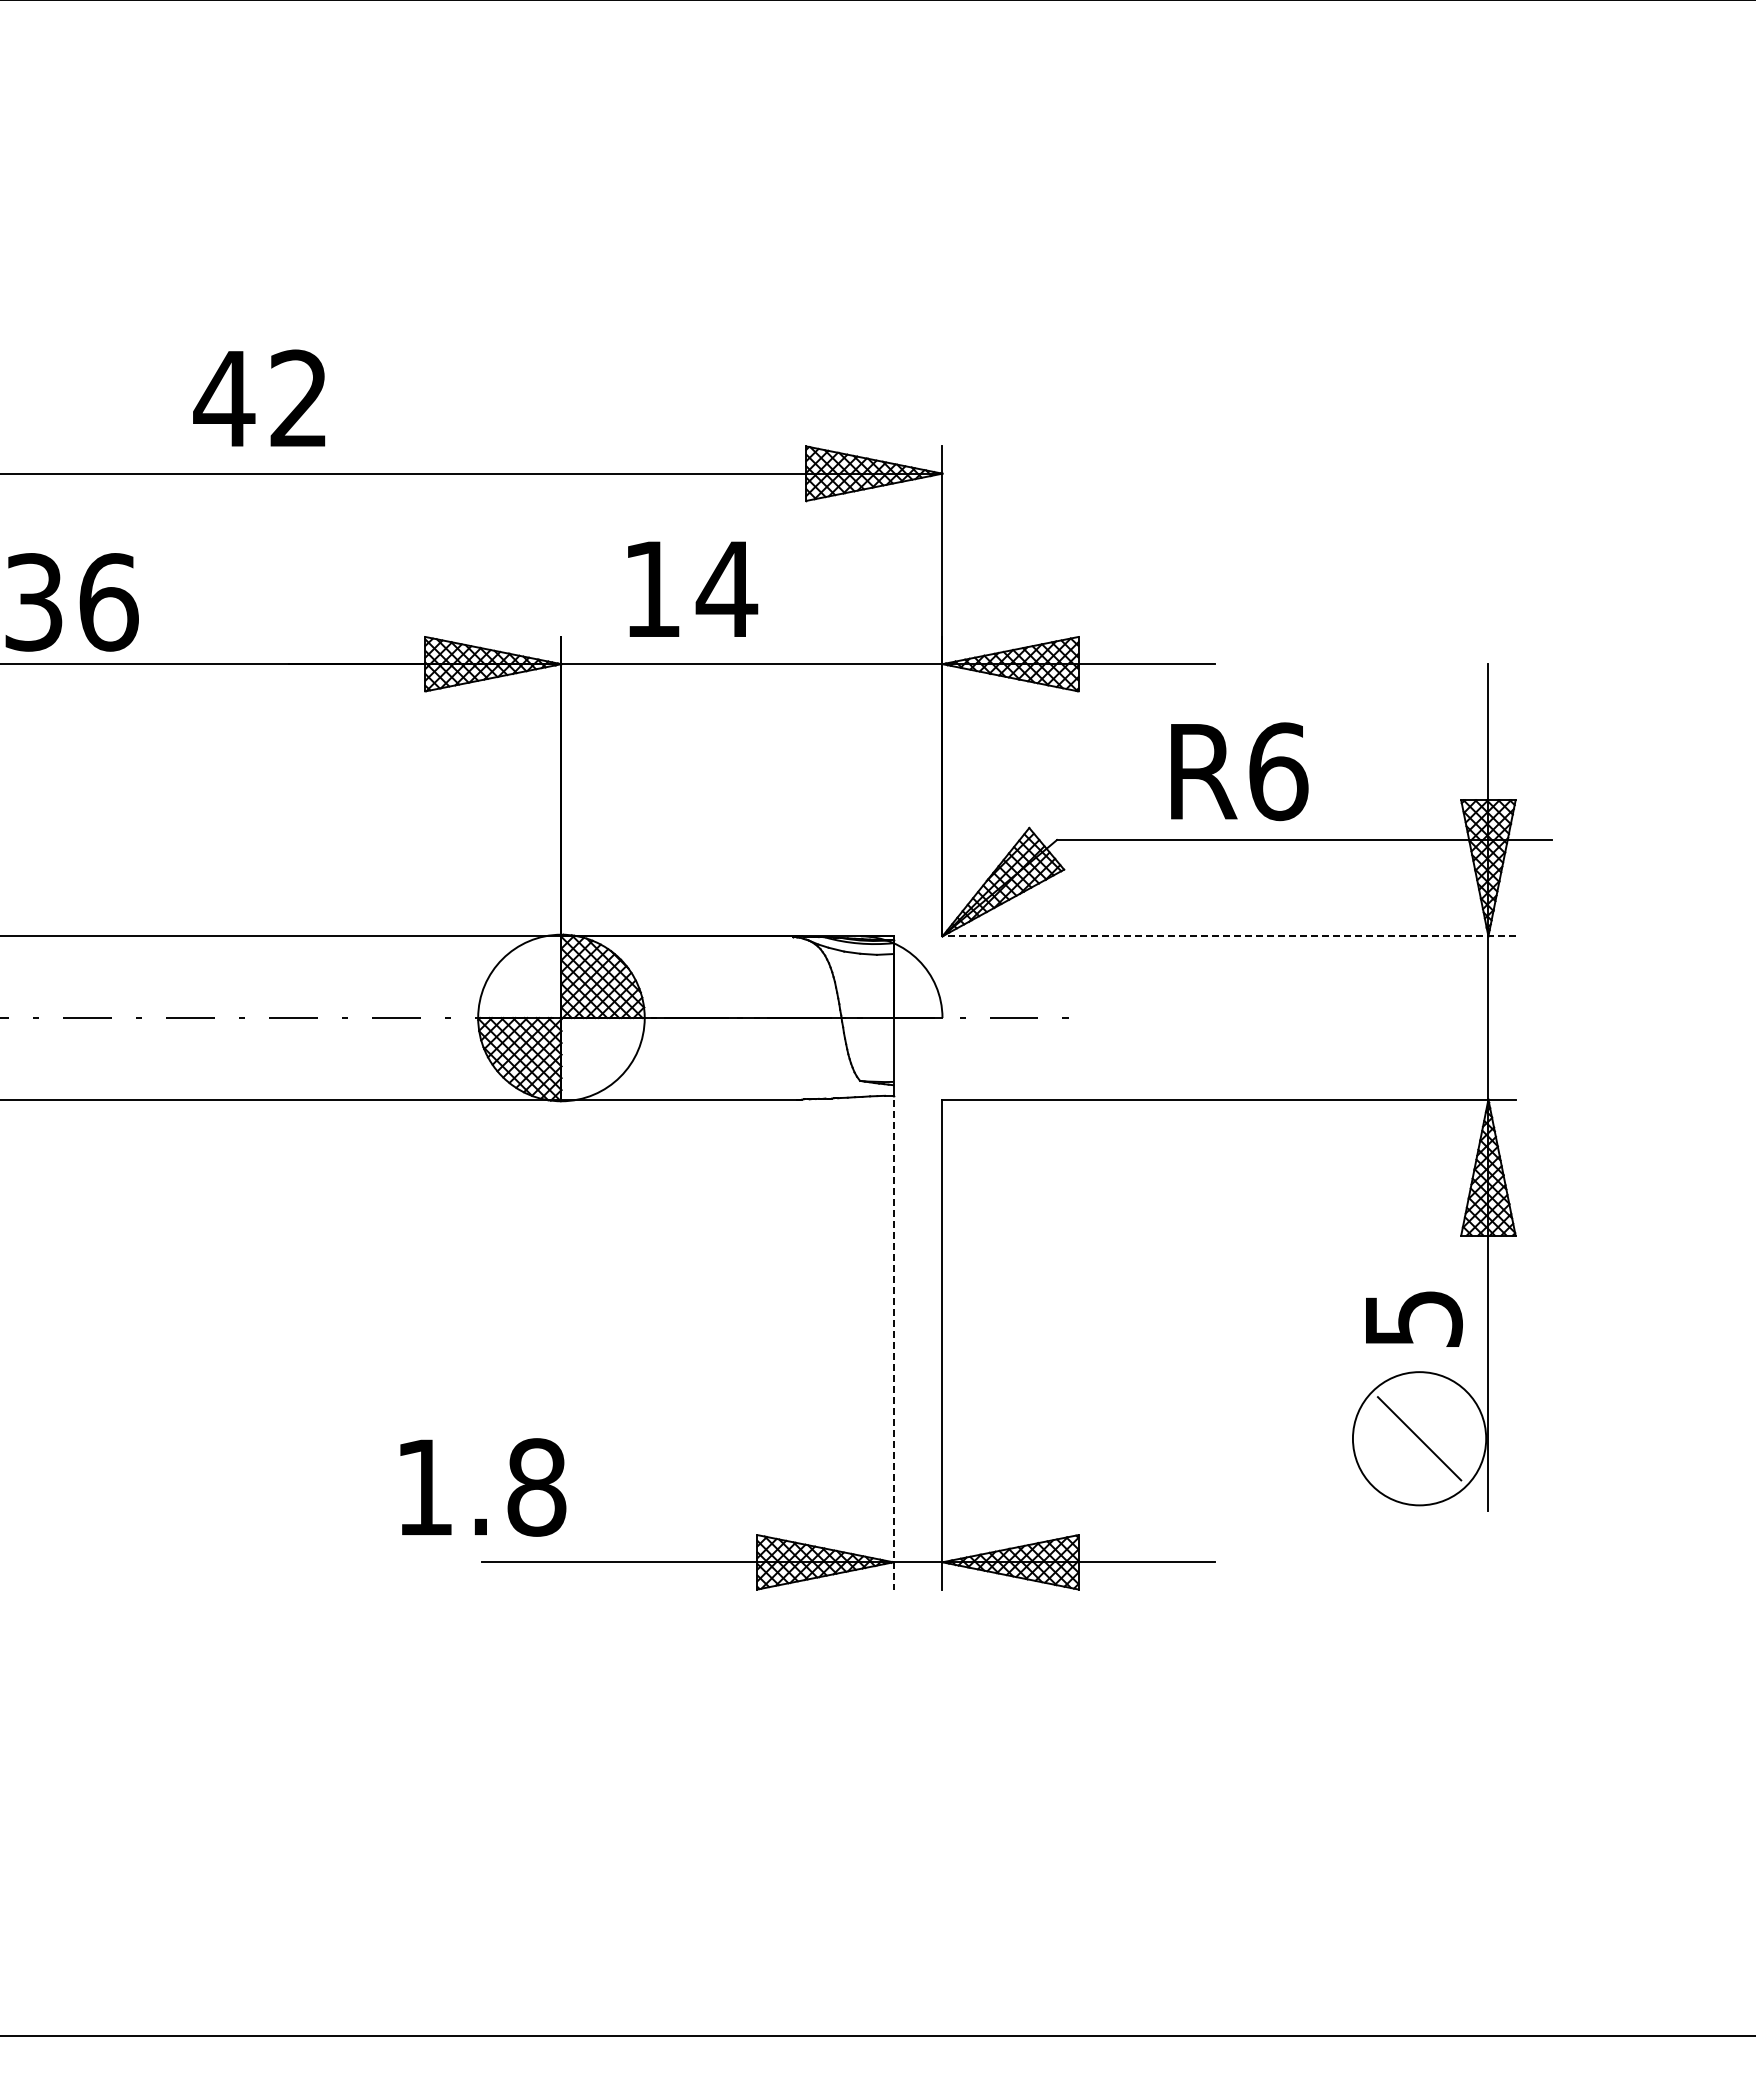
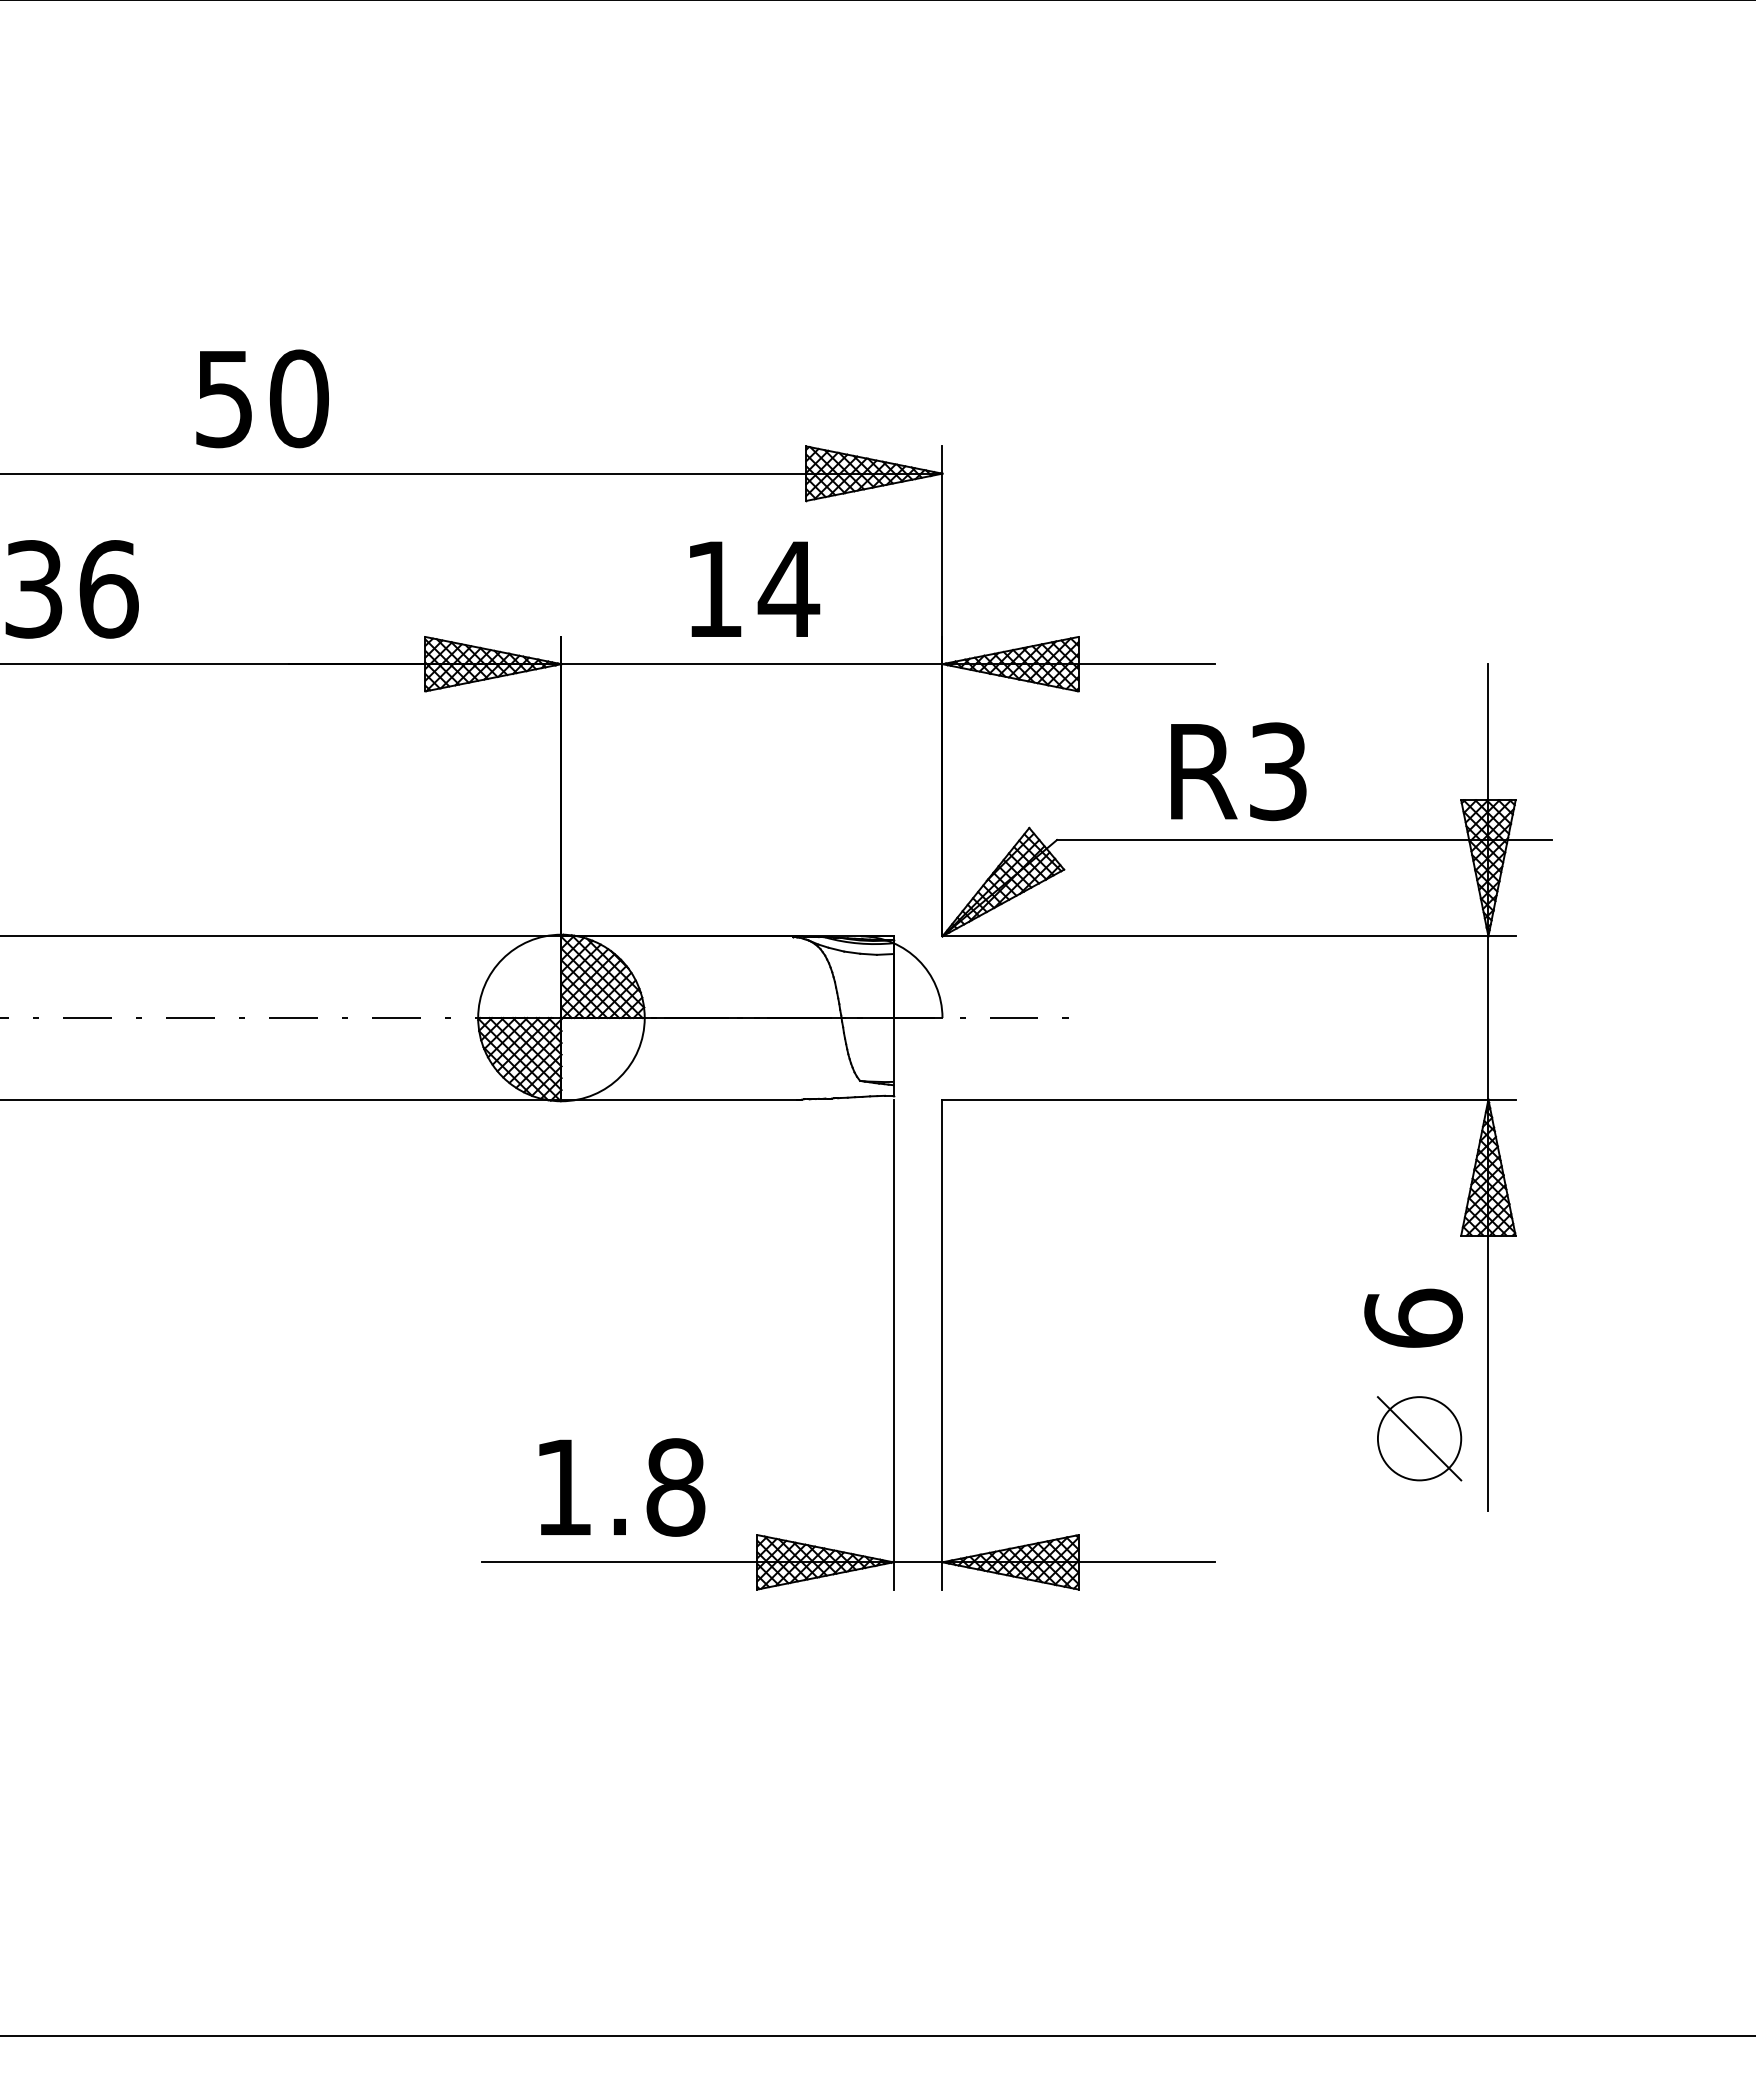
text at (260, 398): 42 -> 50
text at (693, 588) position: (693, 588) -> (755, 588)
text at (71, 602) position: (71, 602) -> (71, 589)
text at (1278, 771): R6 -> R3
line at (1229, 936): dashed -> solid
text at (1413, 1317): 5 -> 6
line at (893, 1344): dashed -> solid
circle at (1419, 1438) diameter: 133 px -> 83 px
text at (483, 1487) position: (483, 1487) -> (622, 1487)
